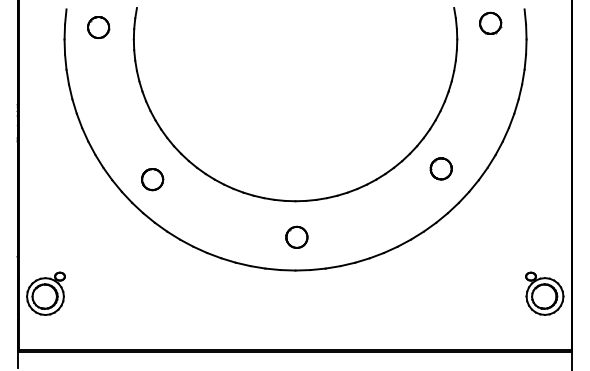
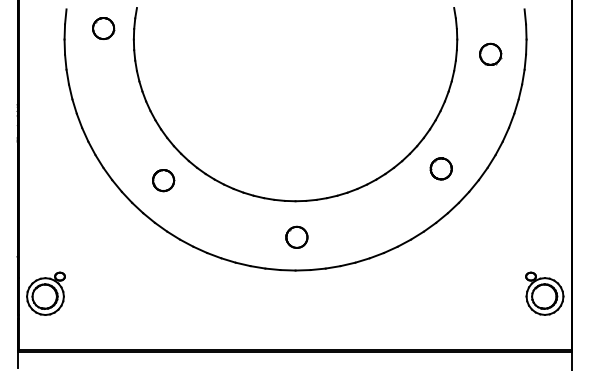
part at (490, 22) position: (490, 22) -> (490, 53)
part at (98, 27) position: (98, 27) -> (103, 28)
part at (152, 179) position: (152, 179) -> (163, 180)
